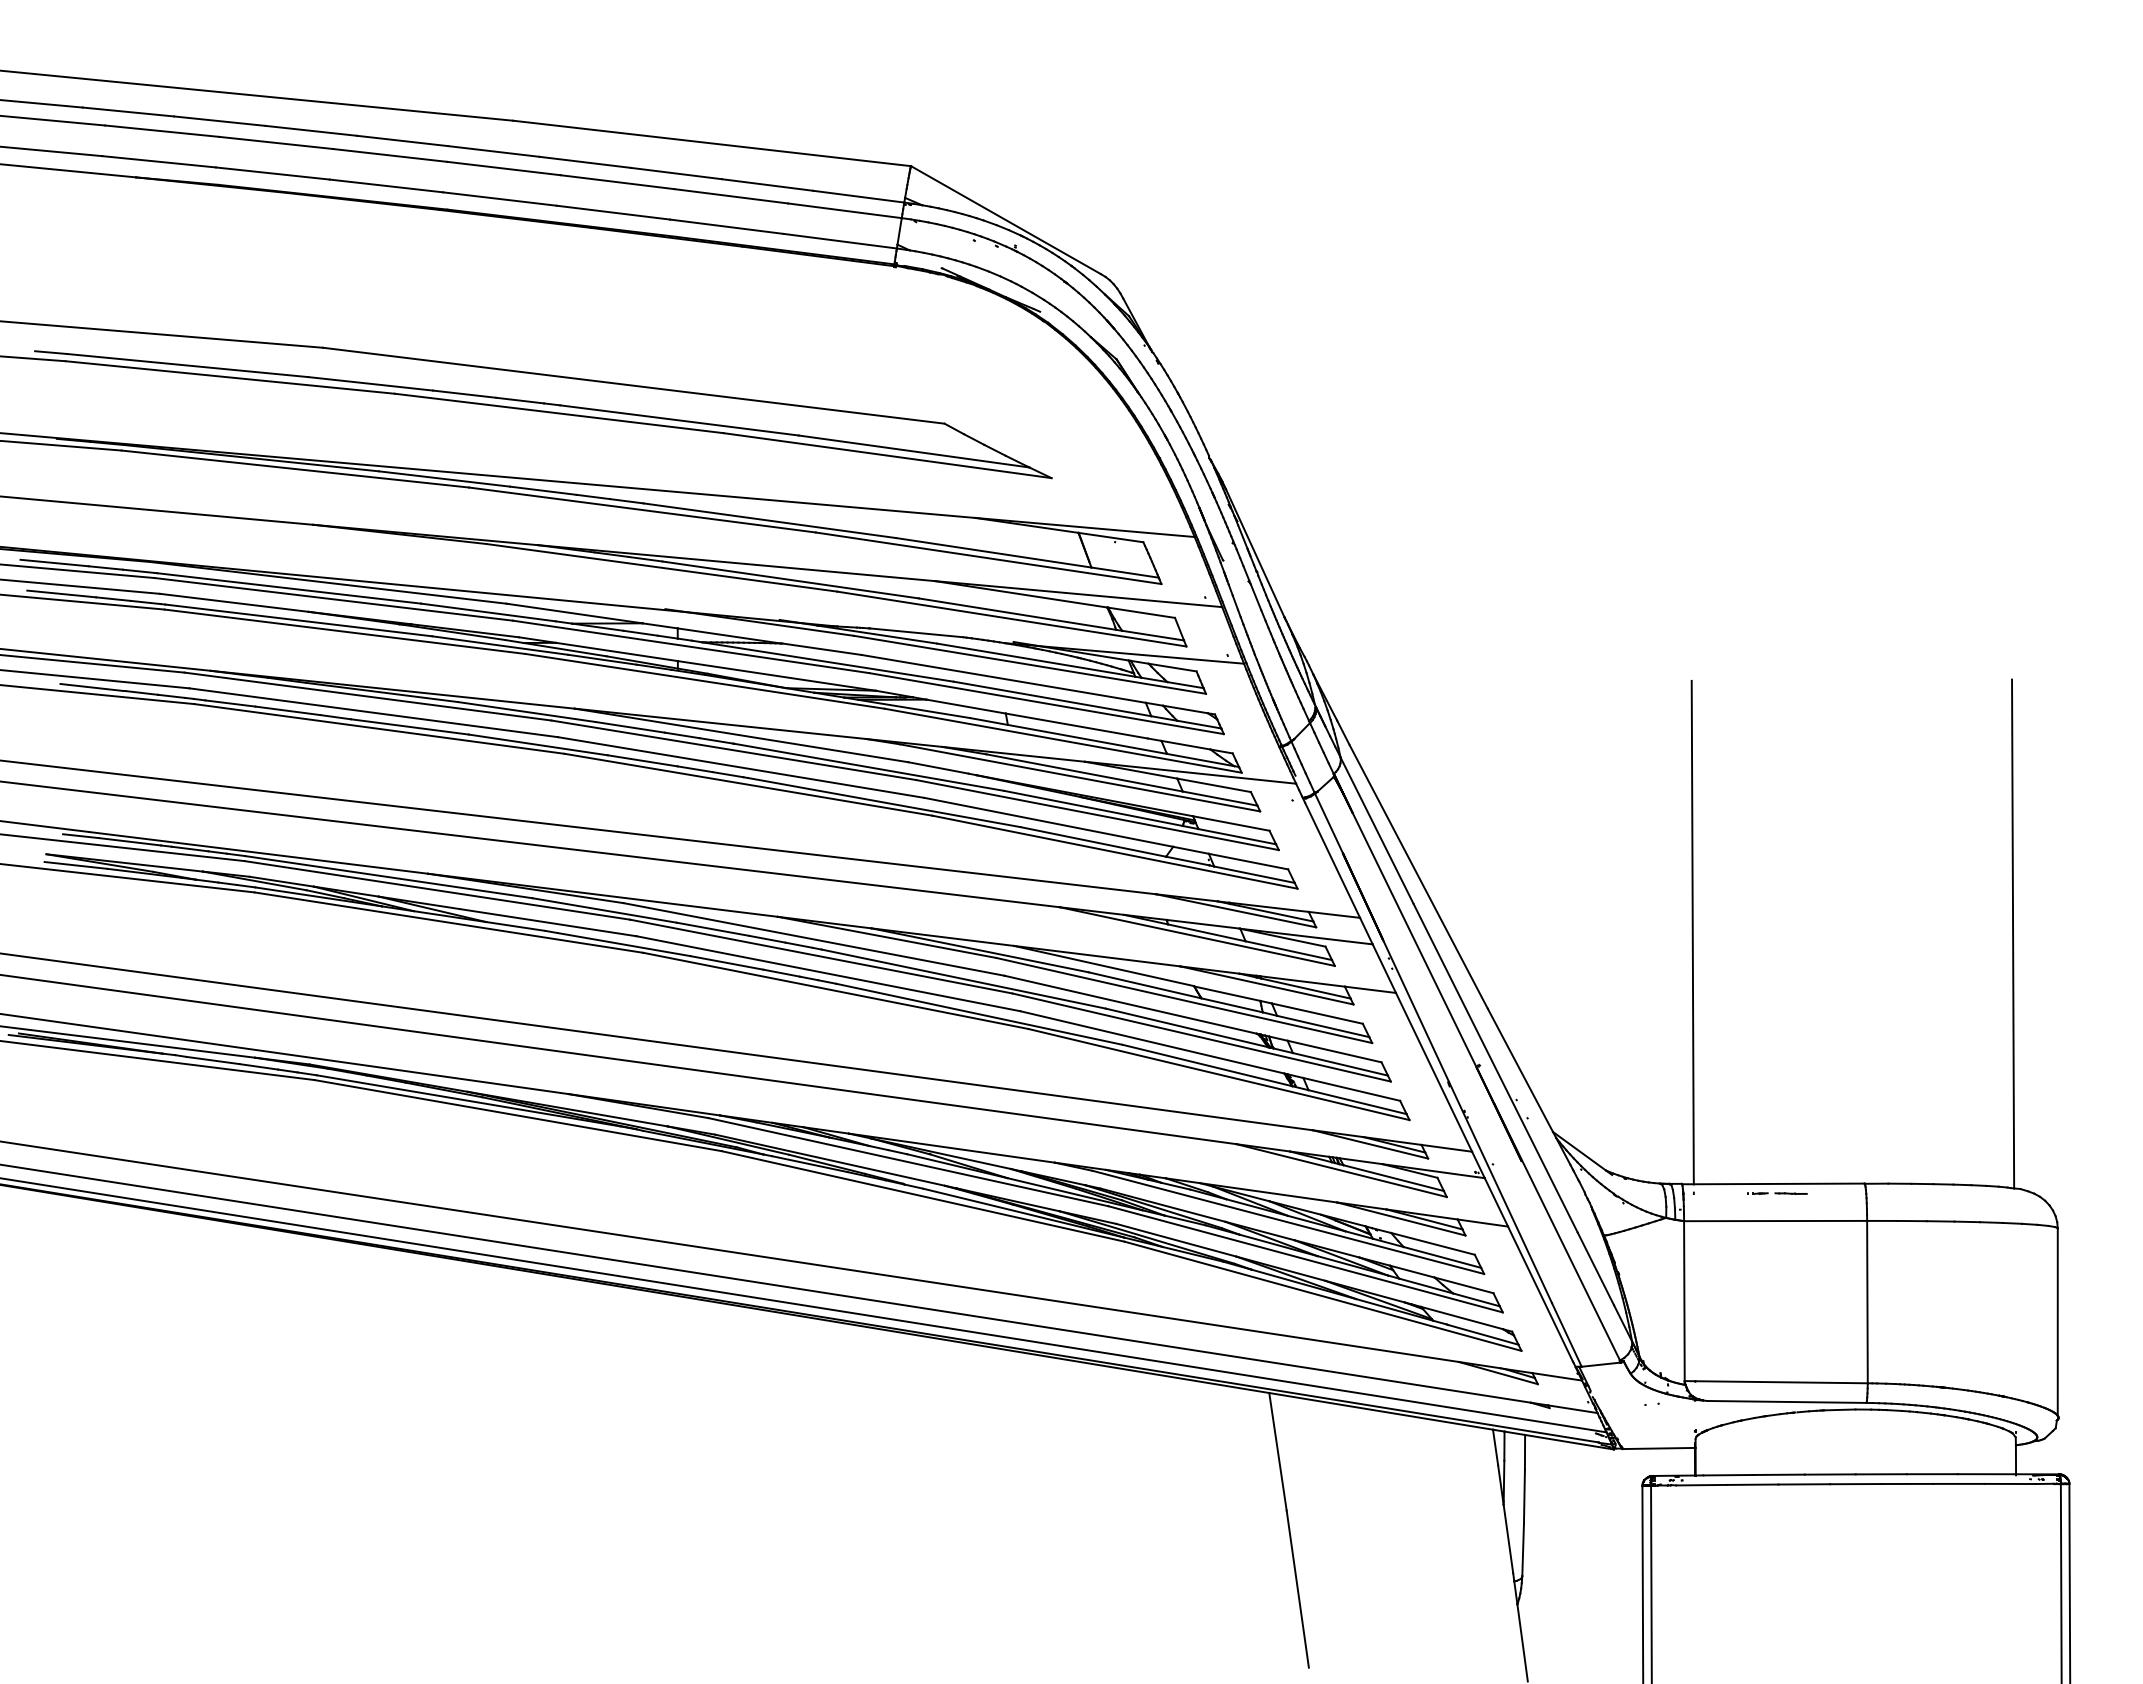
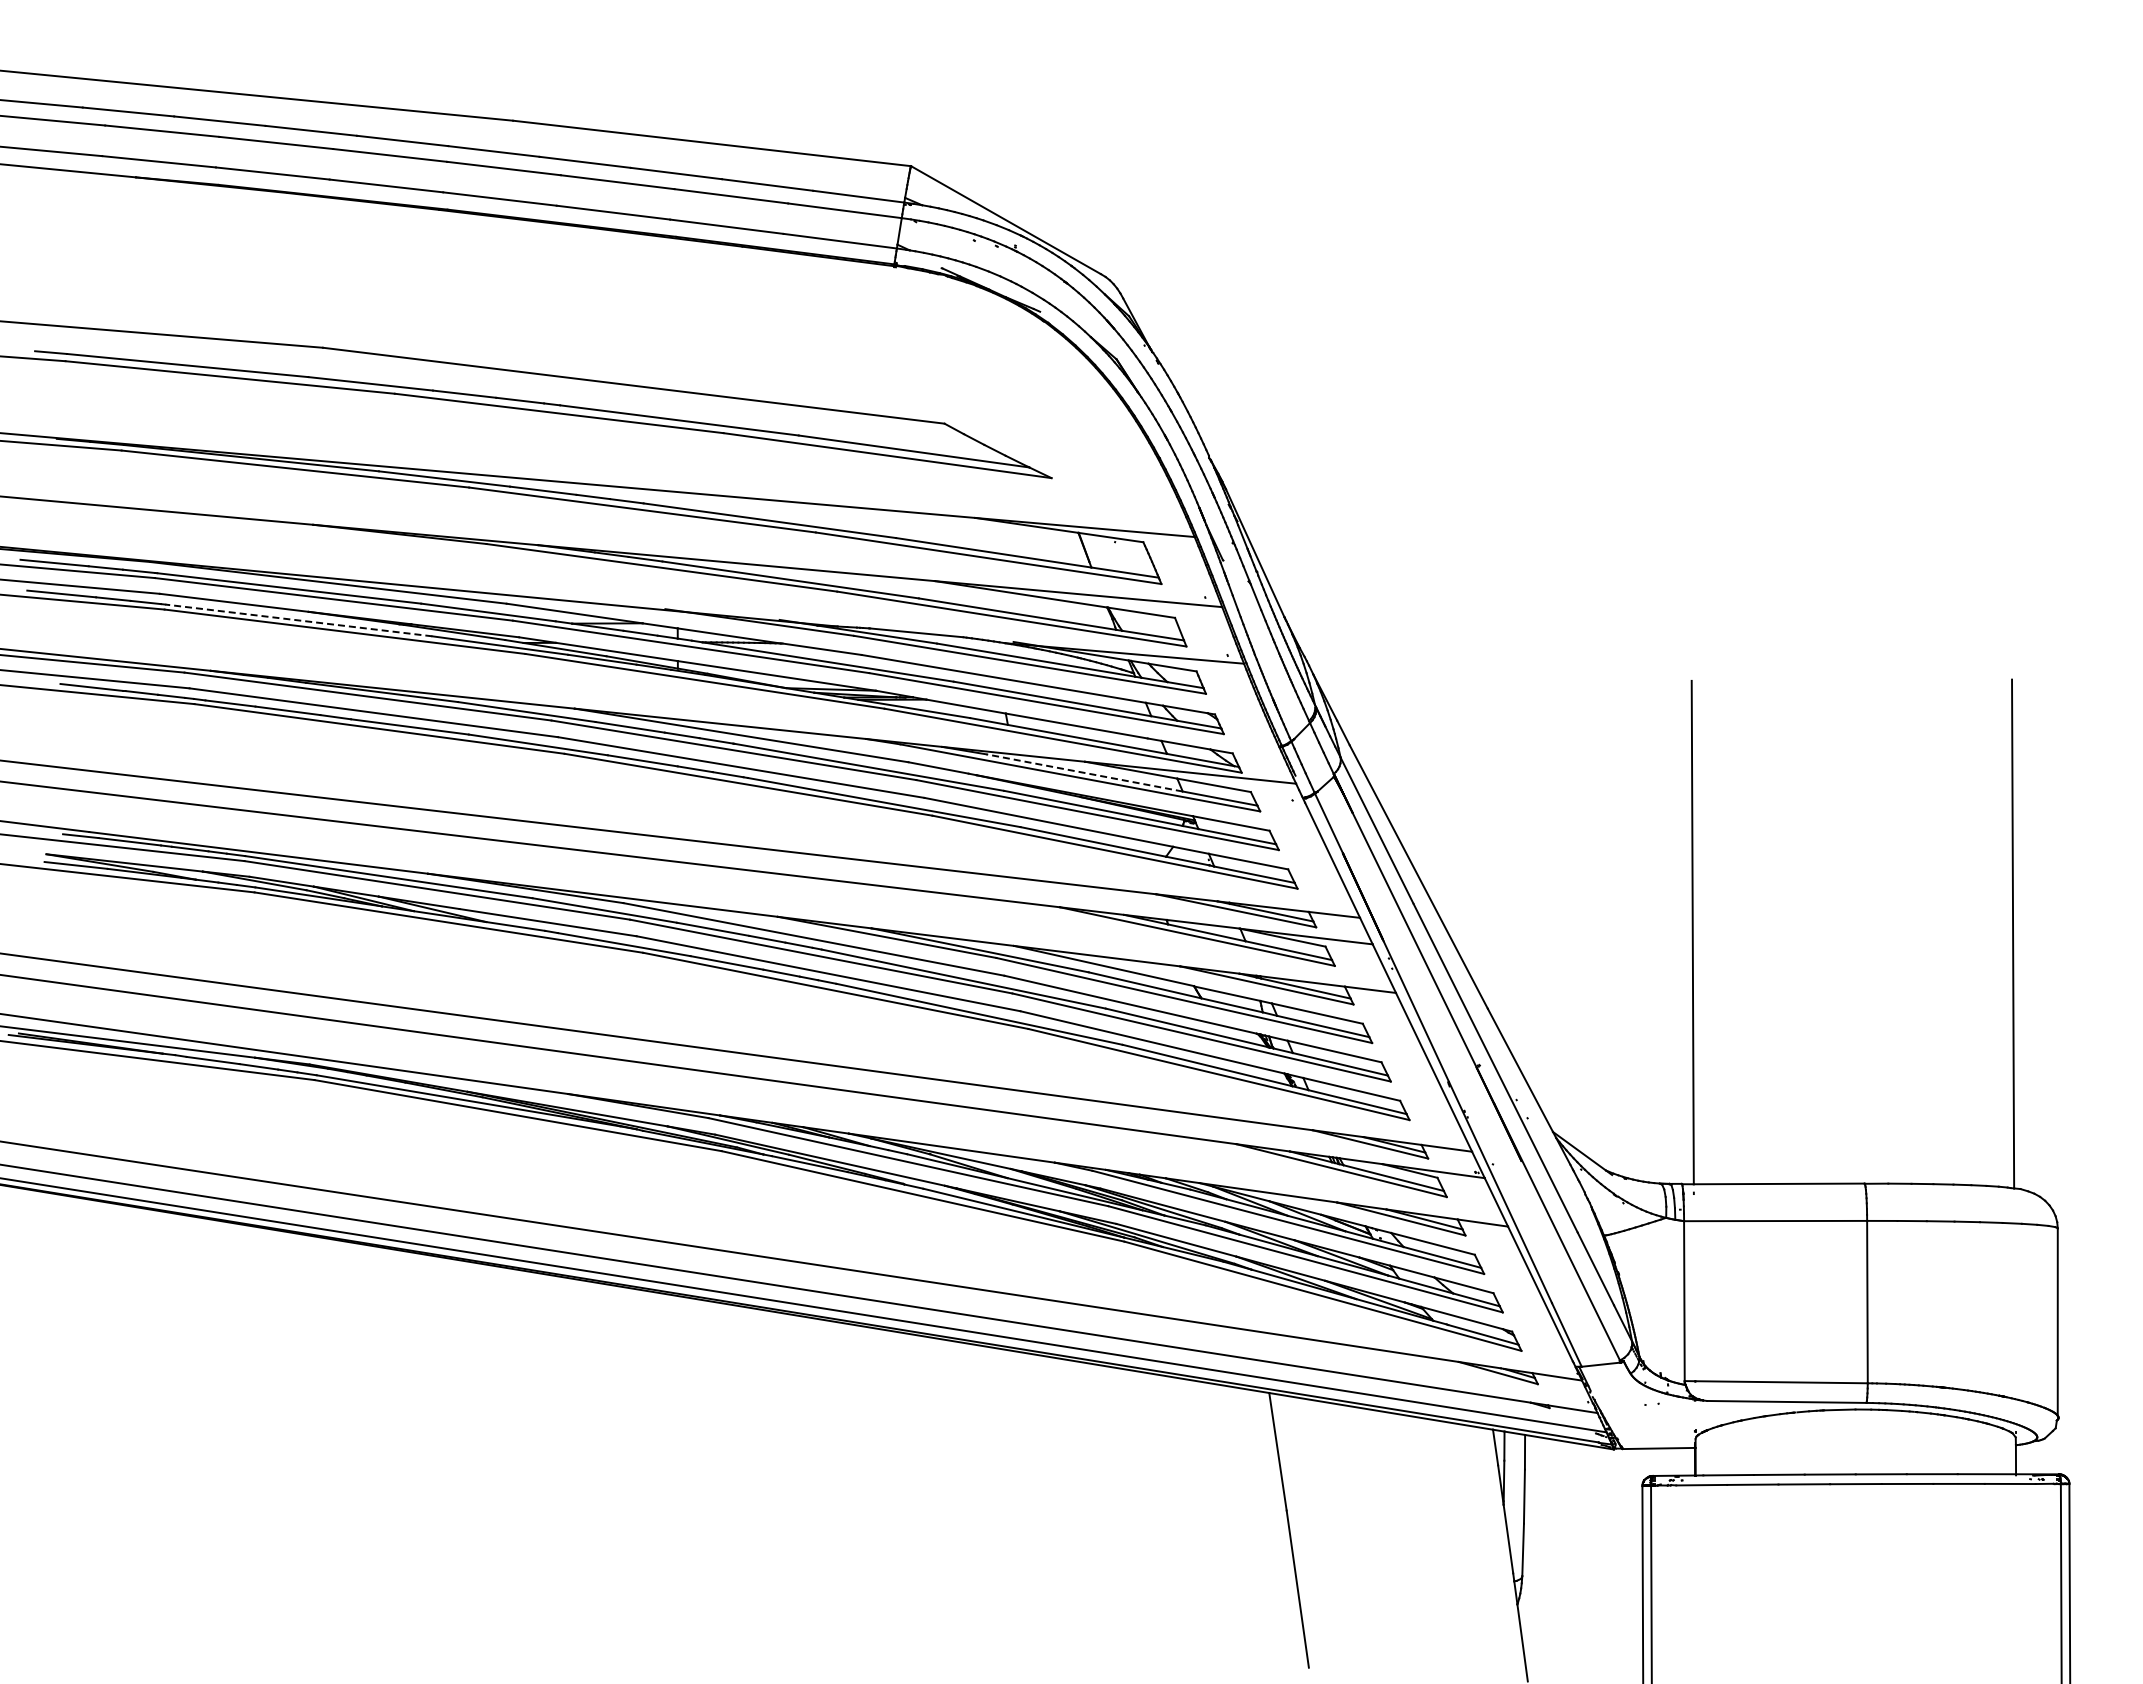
line at (298, 620): solid -> dashed
line at (1084, 772): solid -> dashed
line at (1777, 1193): present -> none
